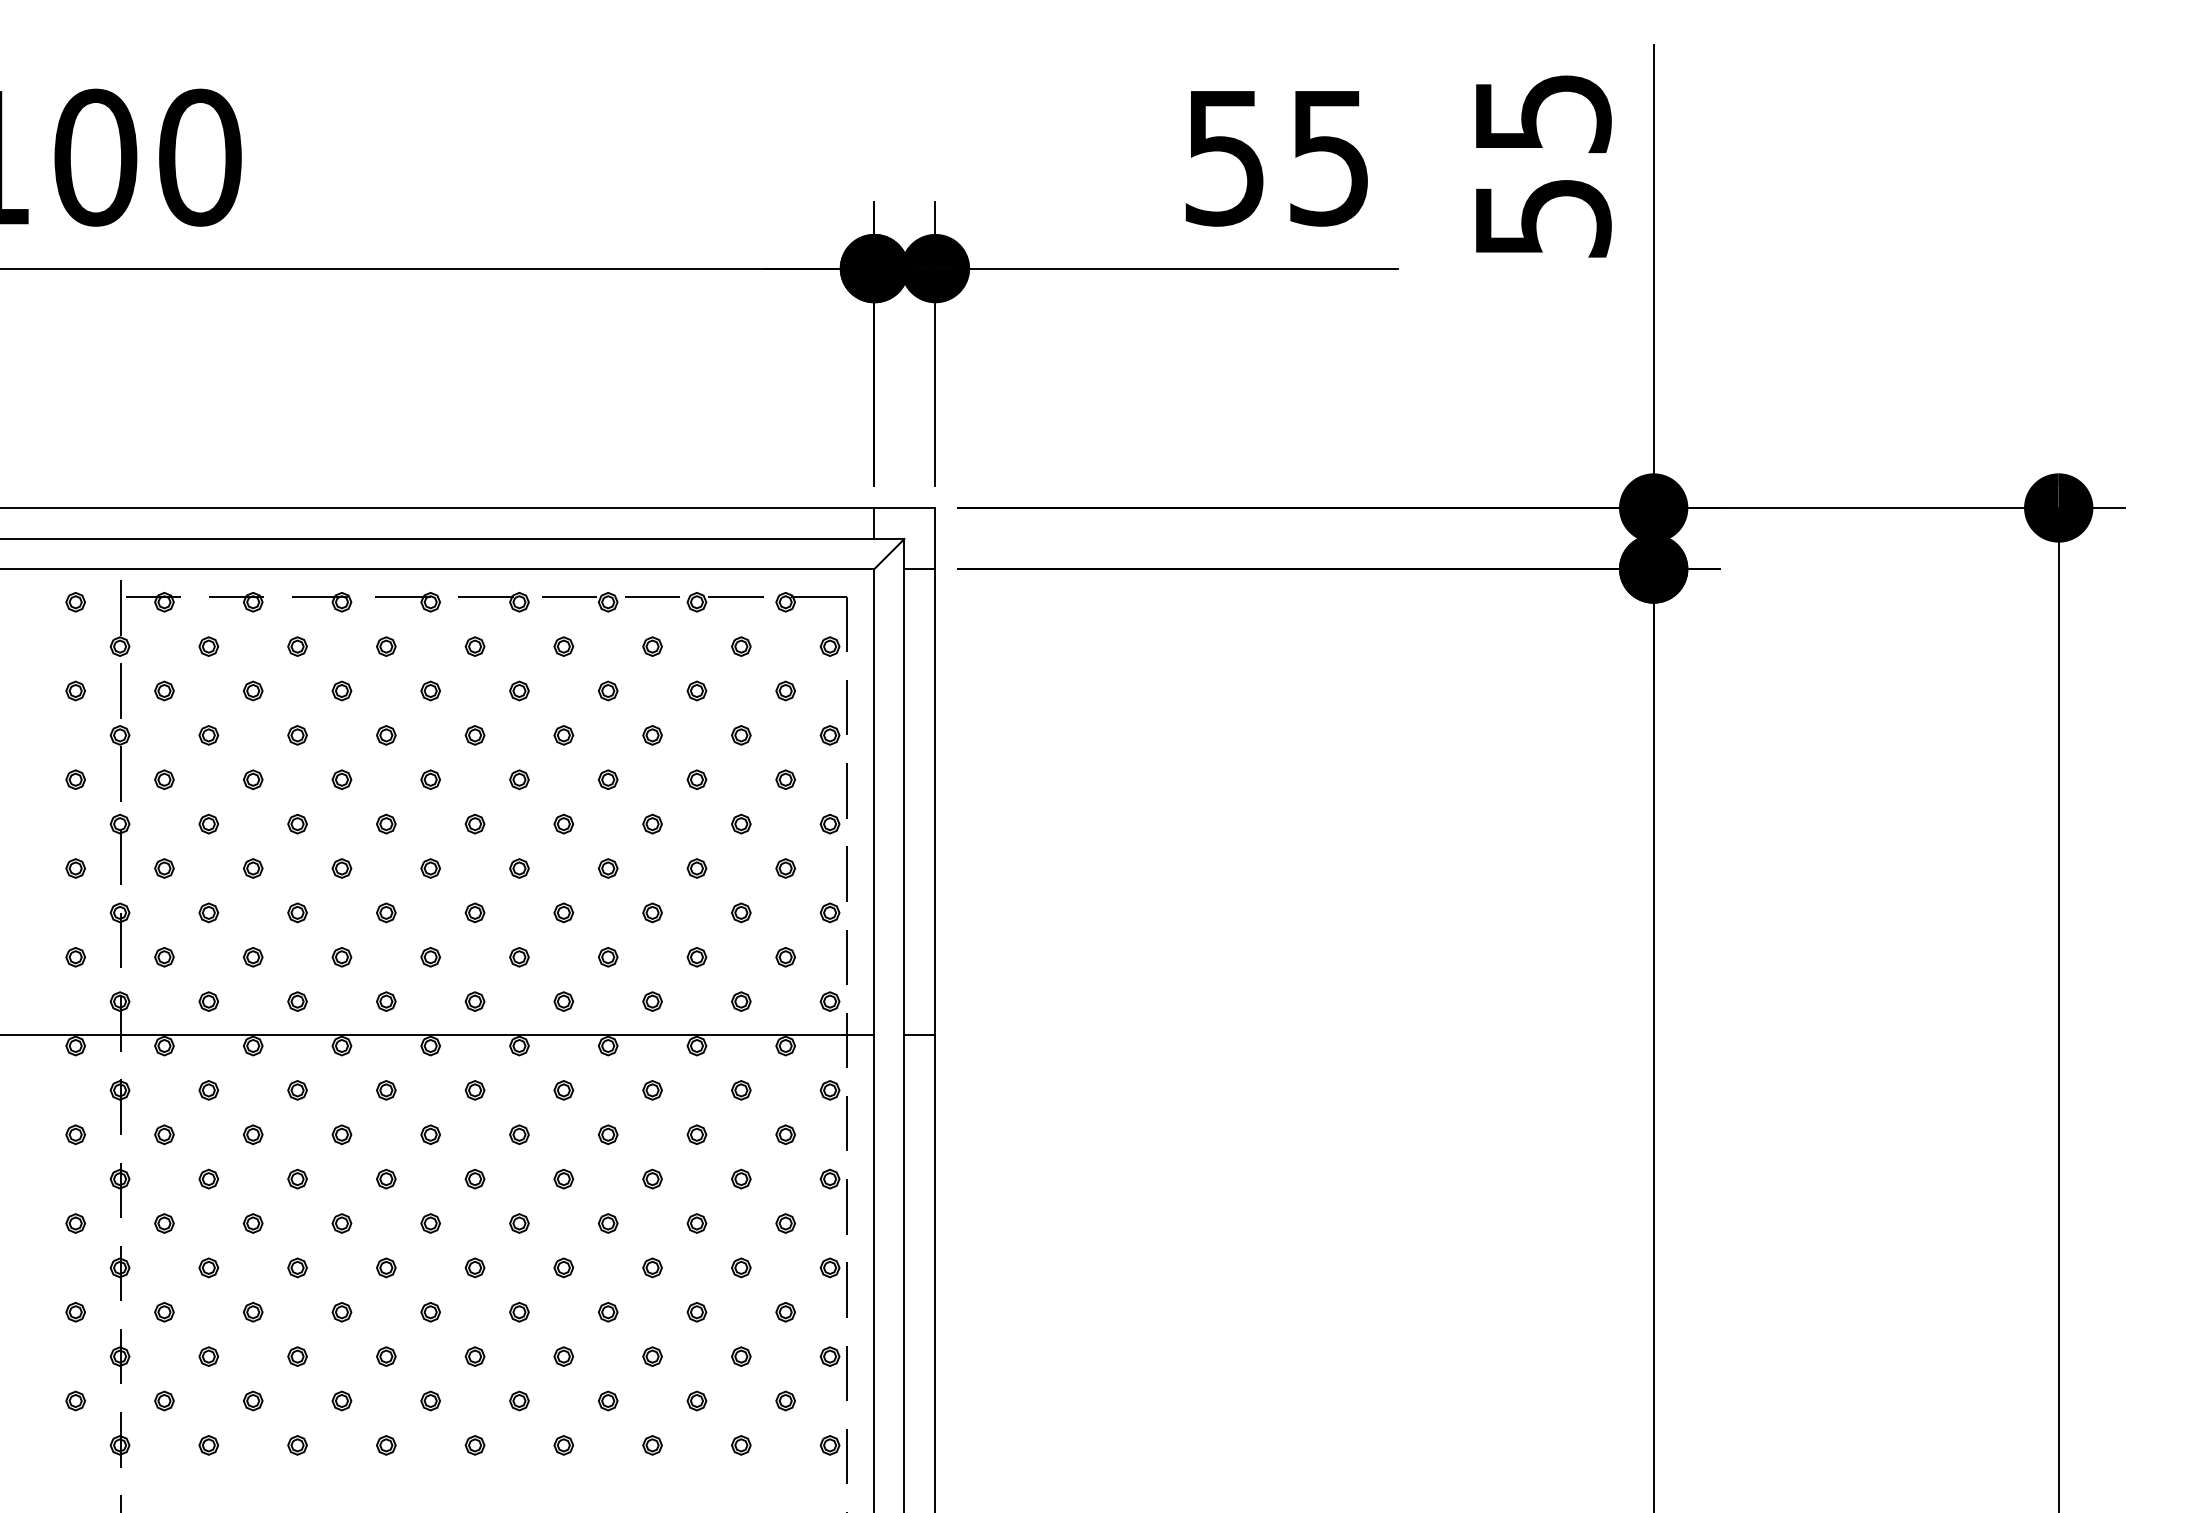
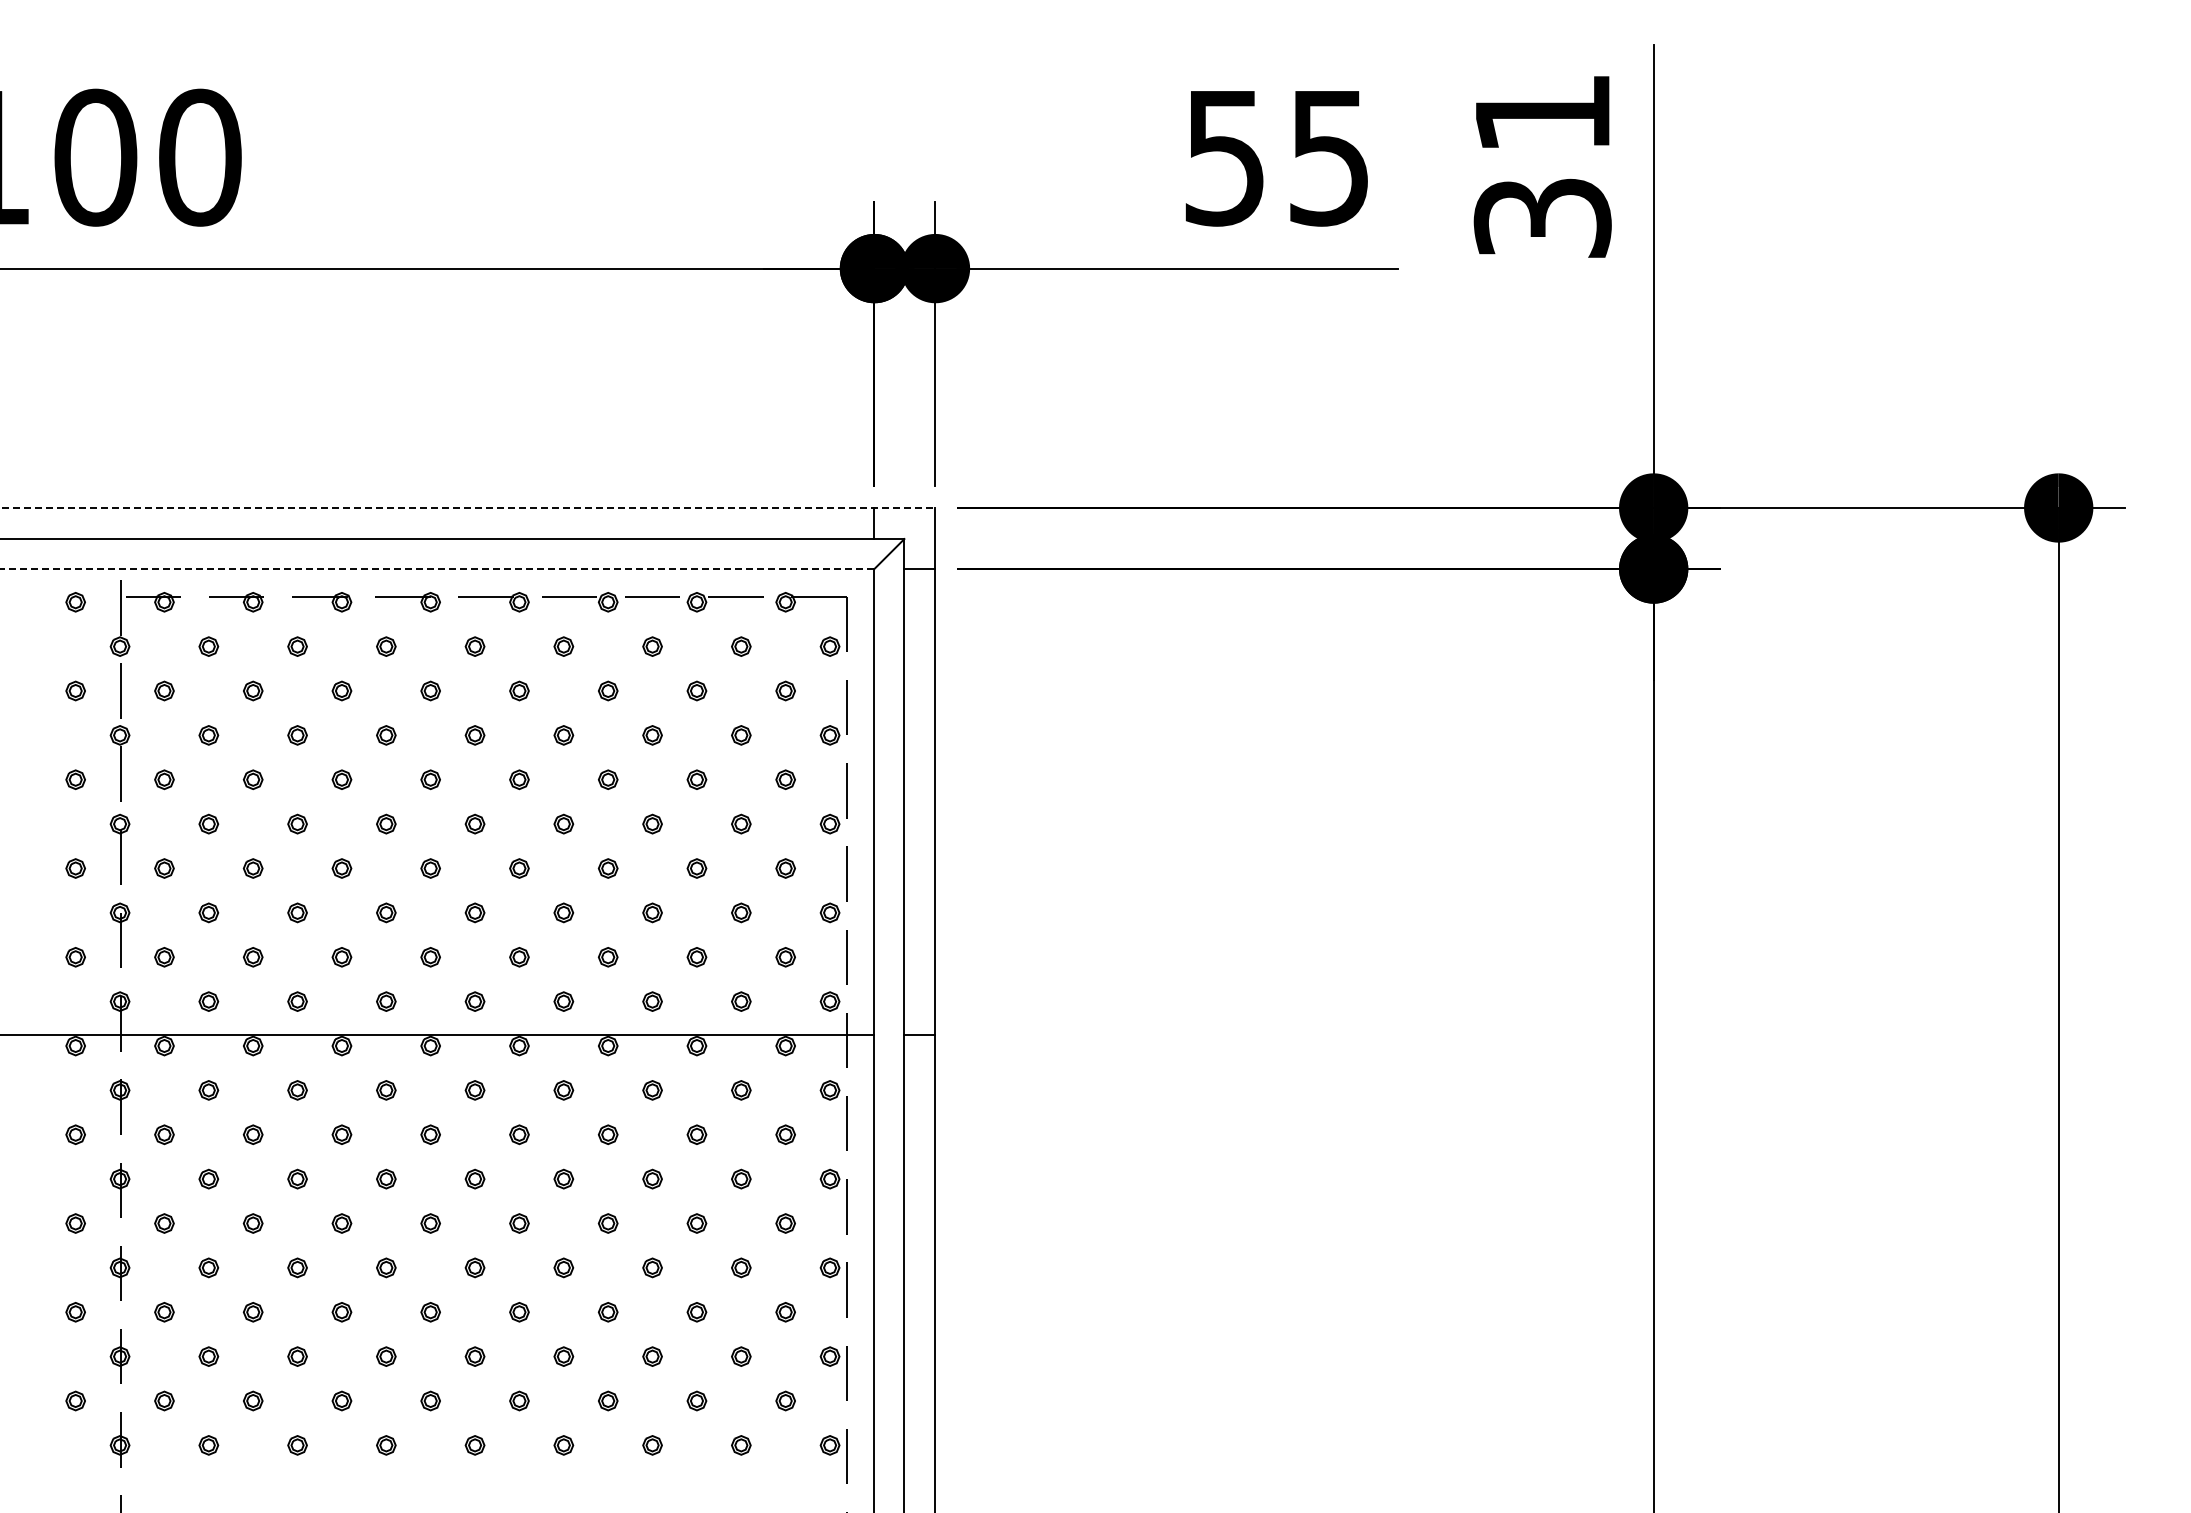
text at (1542, 166): 55 -> 31
line at (468, 507): solid -> dashed
line at (437, 568): solid -> dashed
